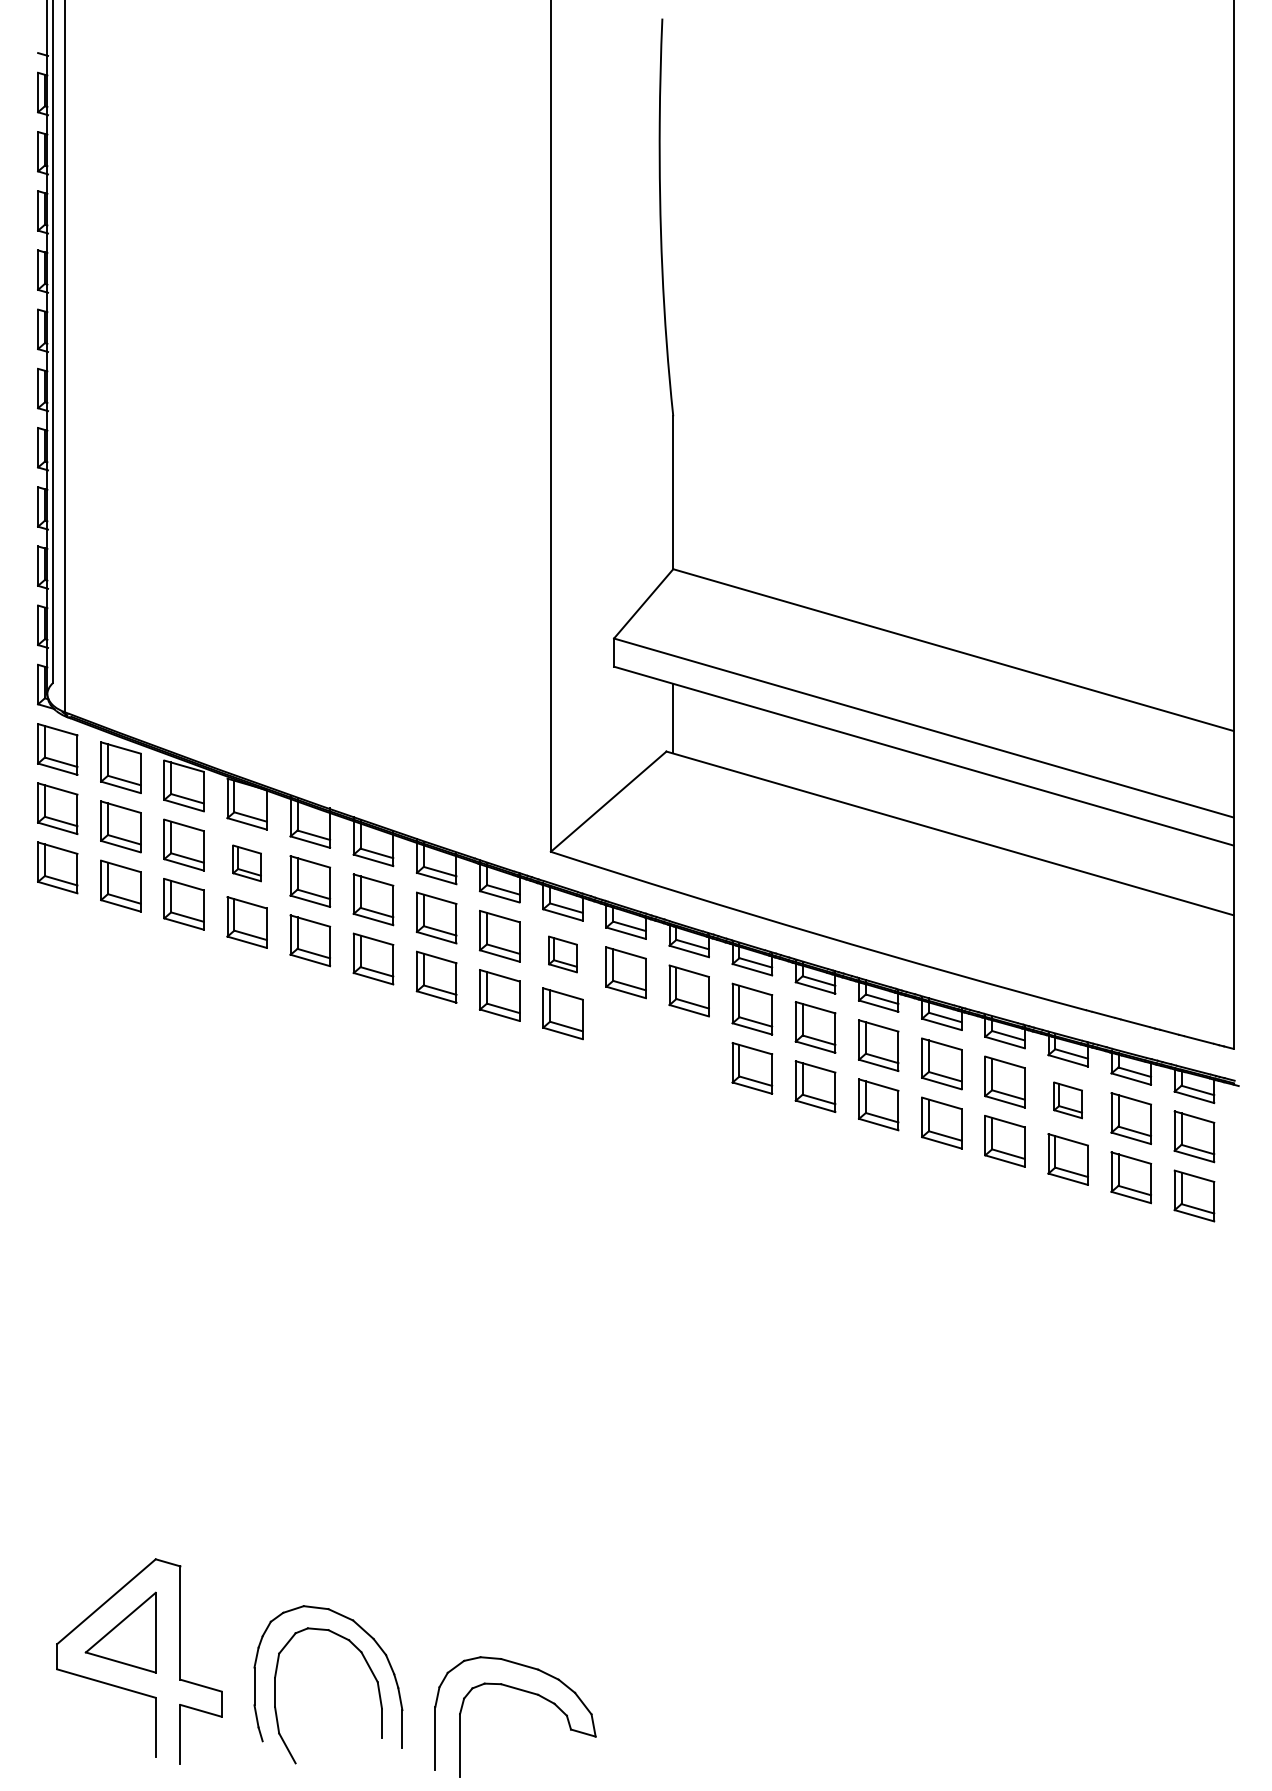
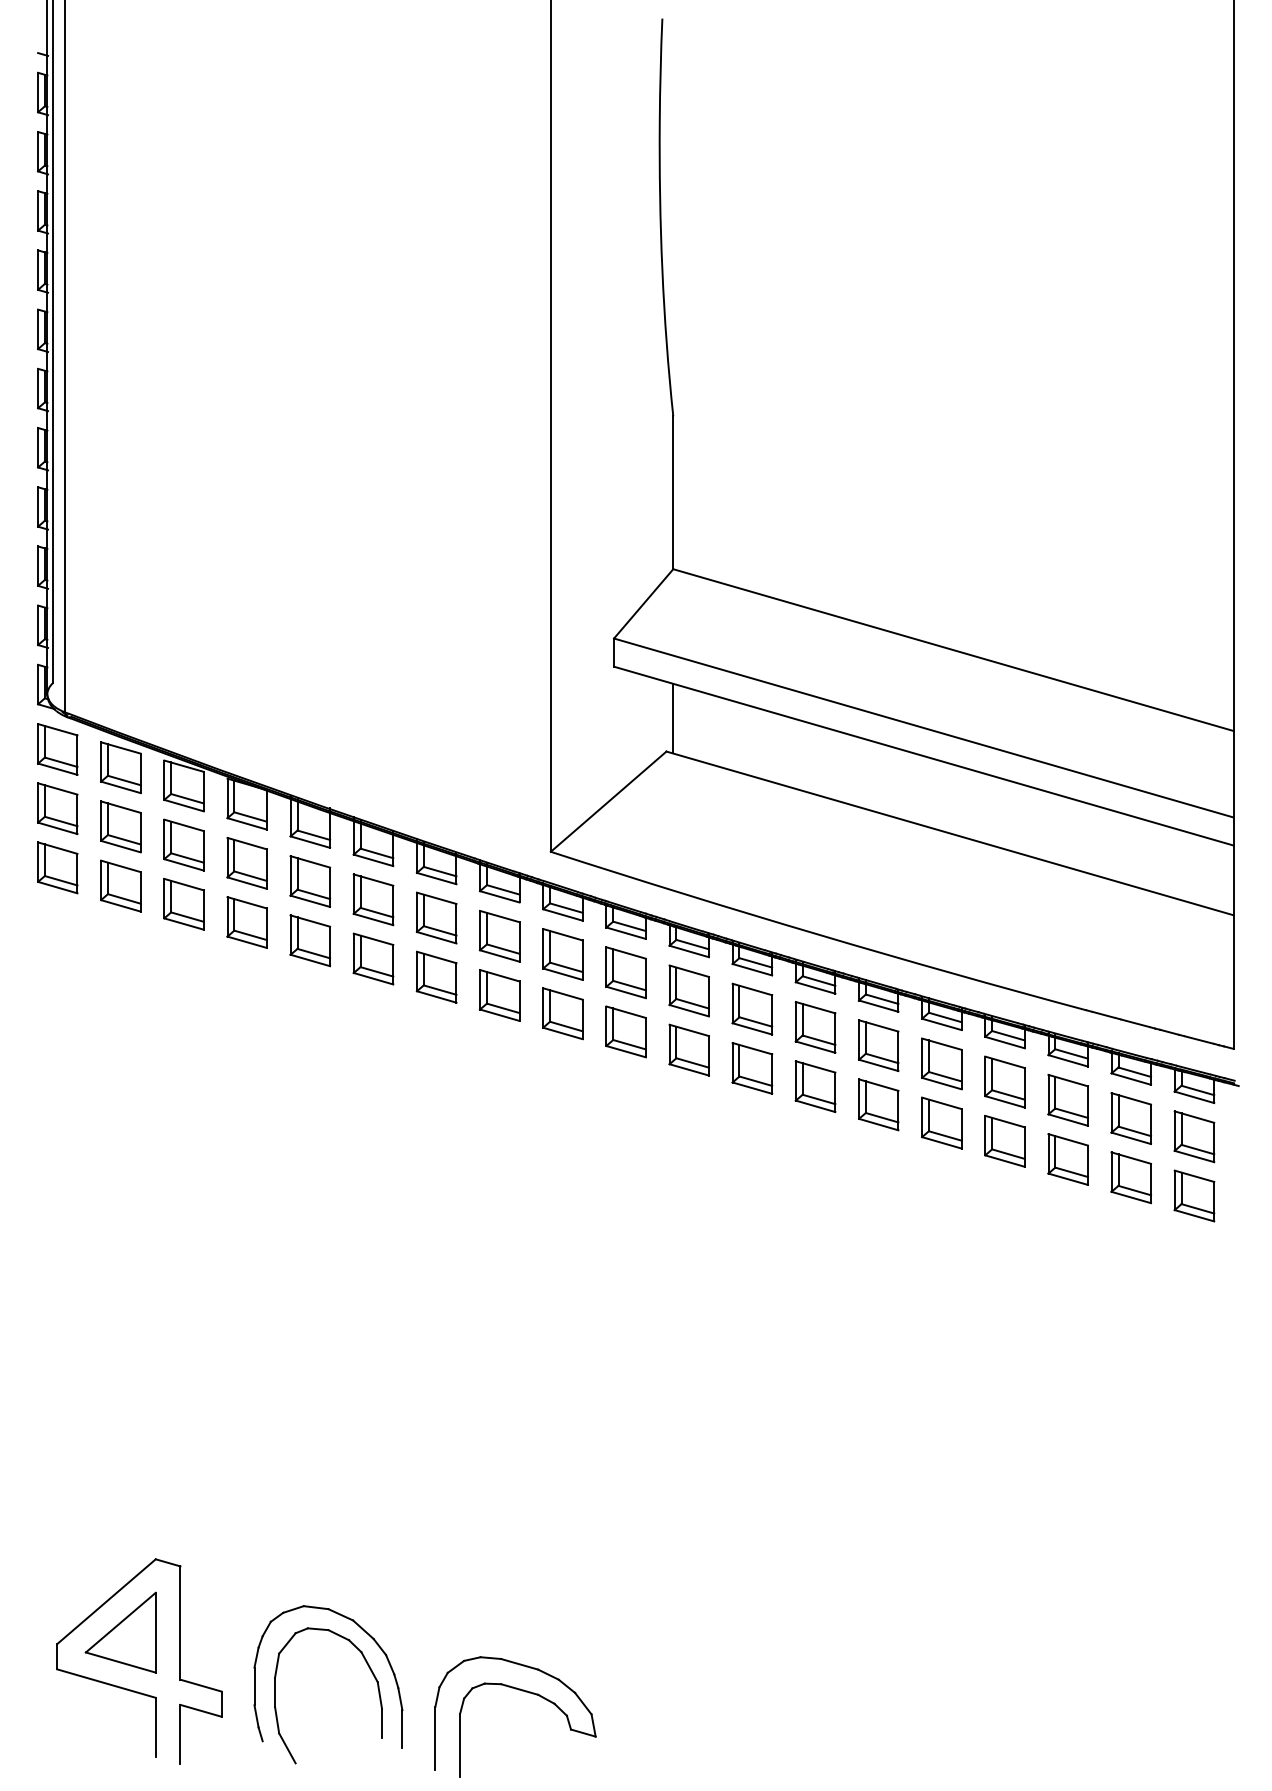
part at (246, 863) size: 30x39 px -> 42x53 px
part at (562, 954) size: 30x39 px -> 42x53 px
part at (625, 1031): none -> present
part at (688, 1049): none -> present
part at (1067, 1100) size: 30x39 px -> 42x53 px
